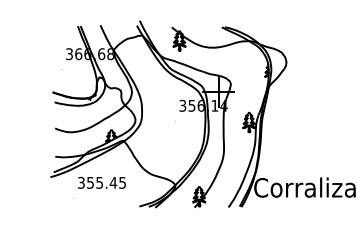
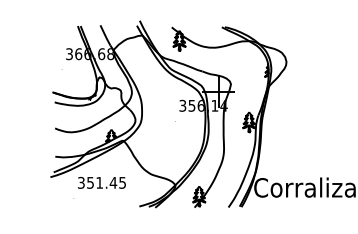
text at (99, 182): 355.45 -> 351.45
